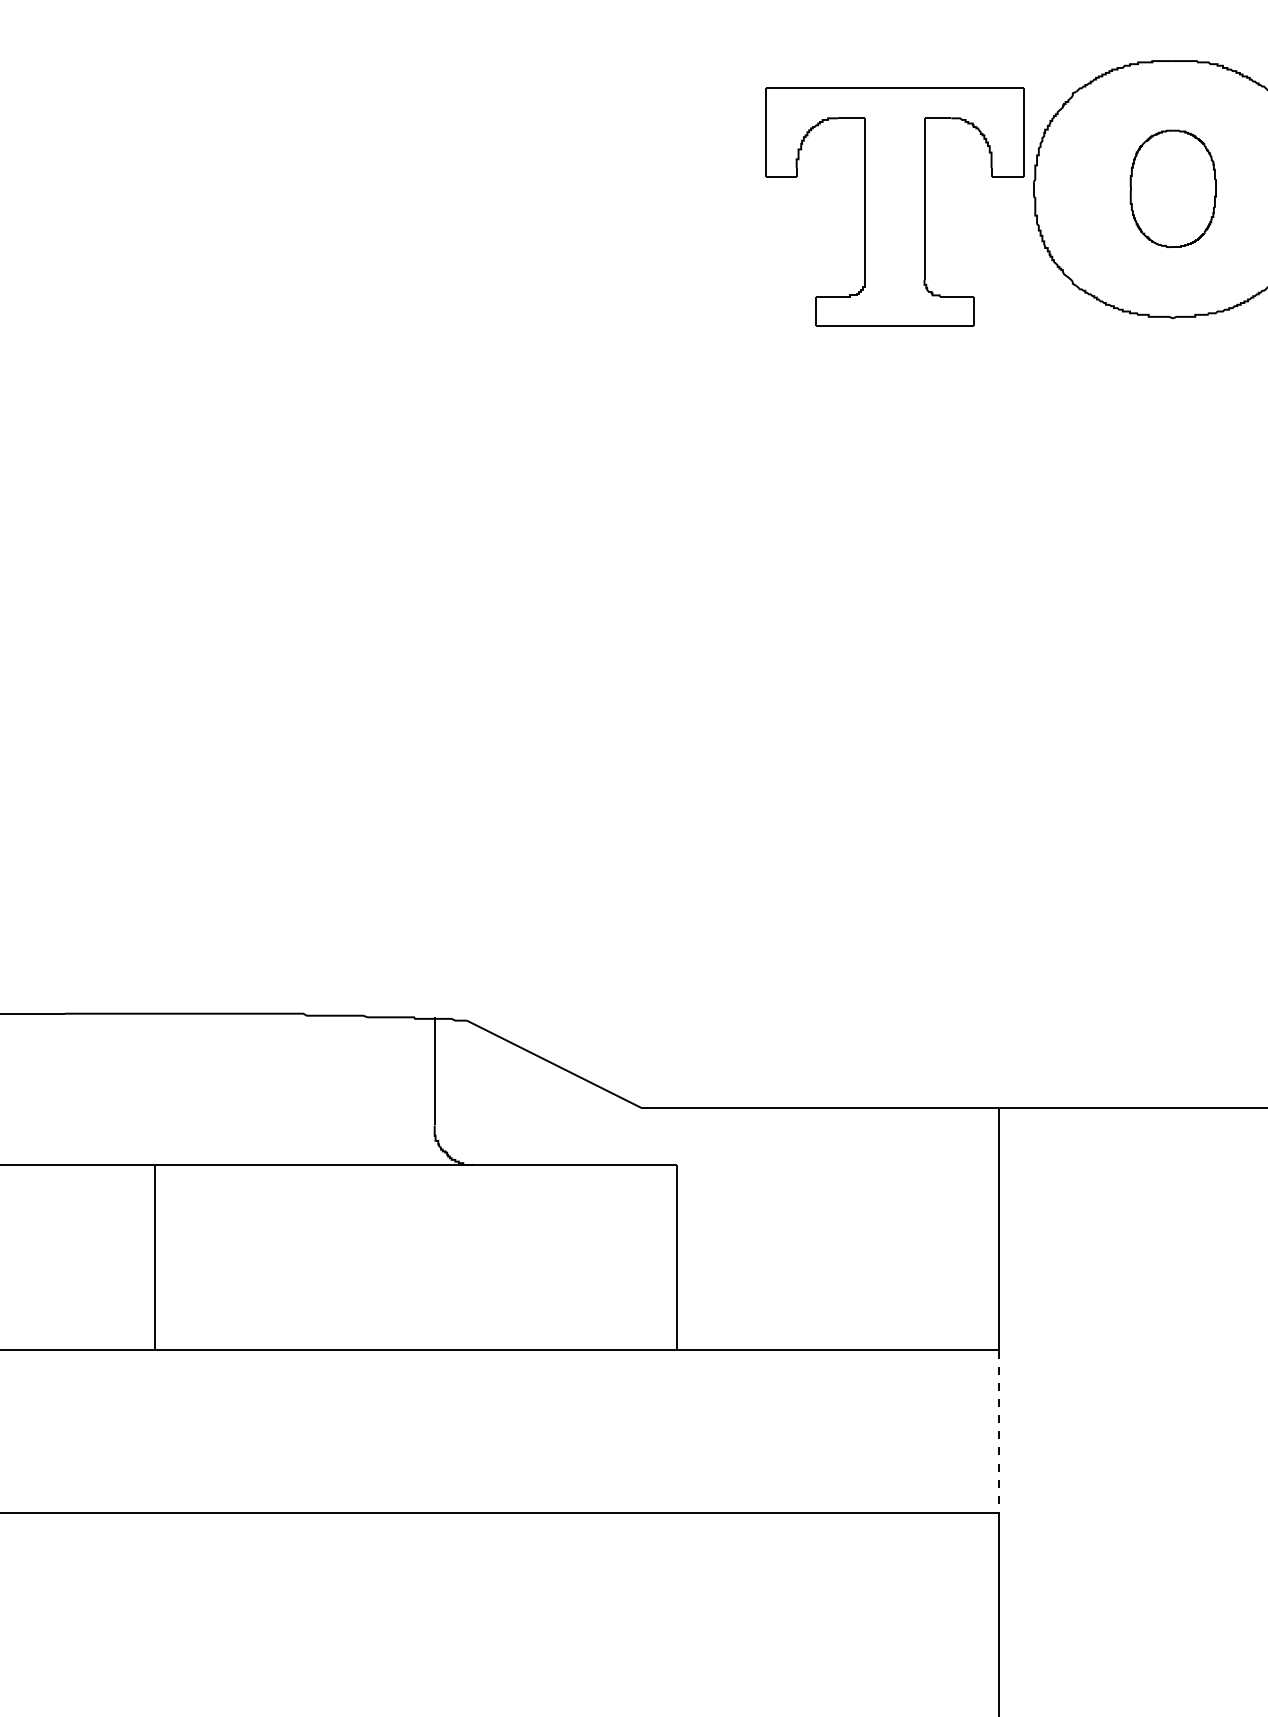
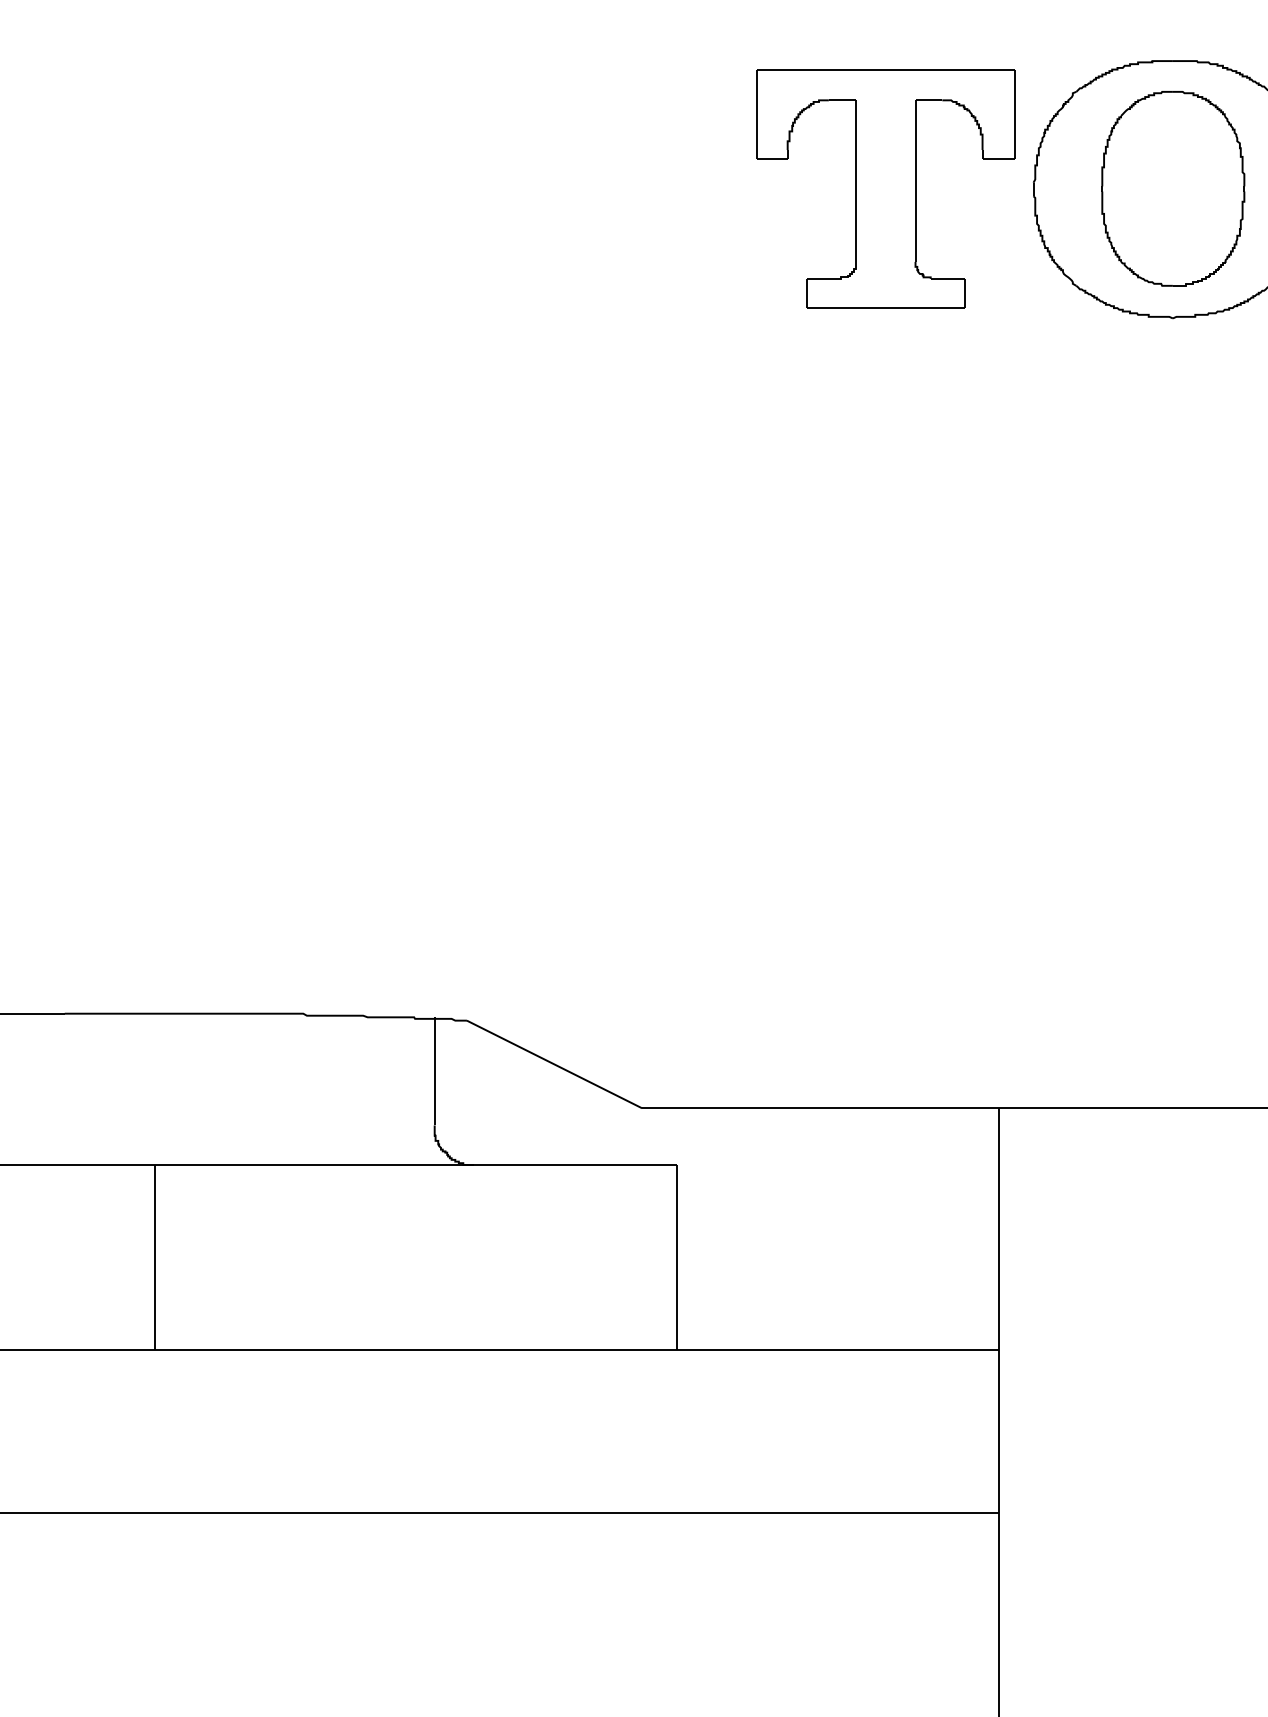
part at (1172, 188) size: 88x119 px -> 145x196 px
part at (894, 206) position: (894, 206) -> (885, 188)
line at (998, 1431): dashed -> solid
